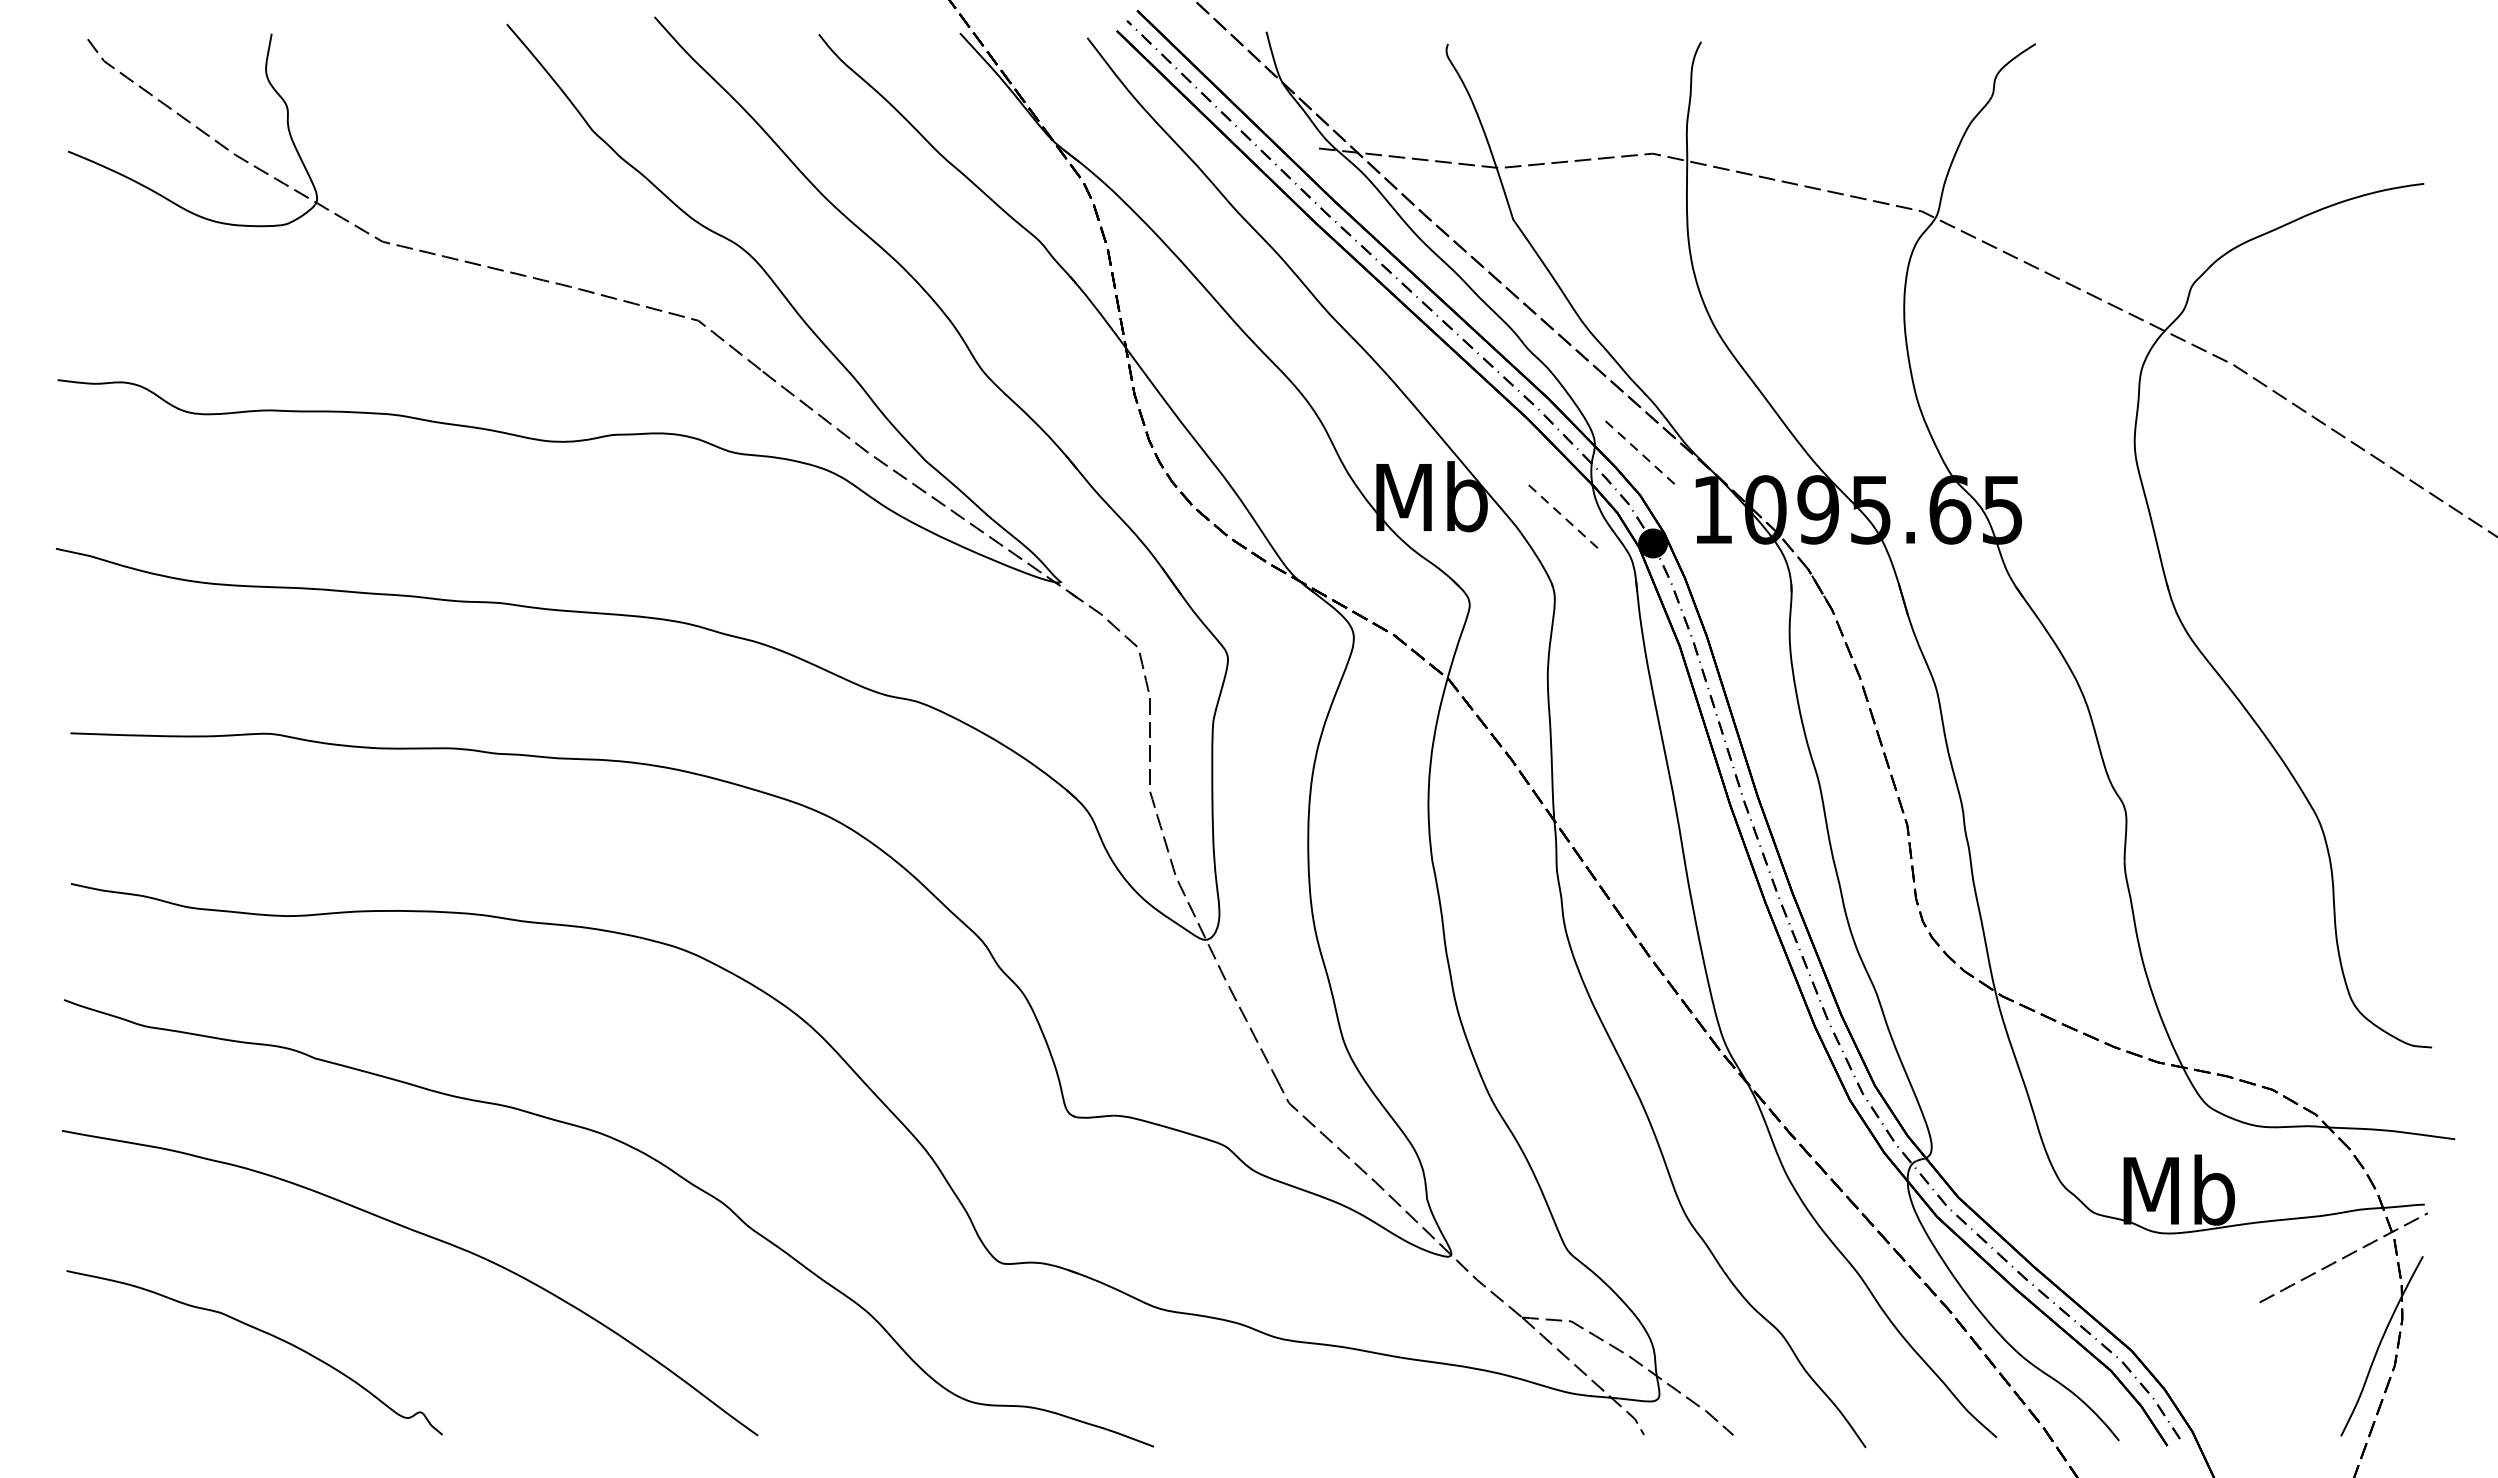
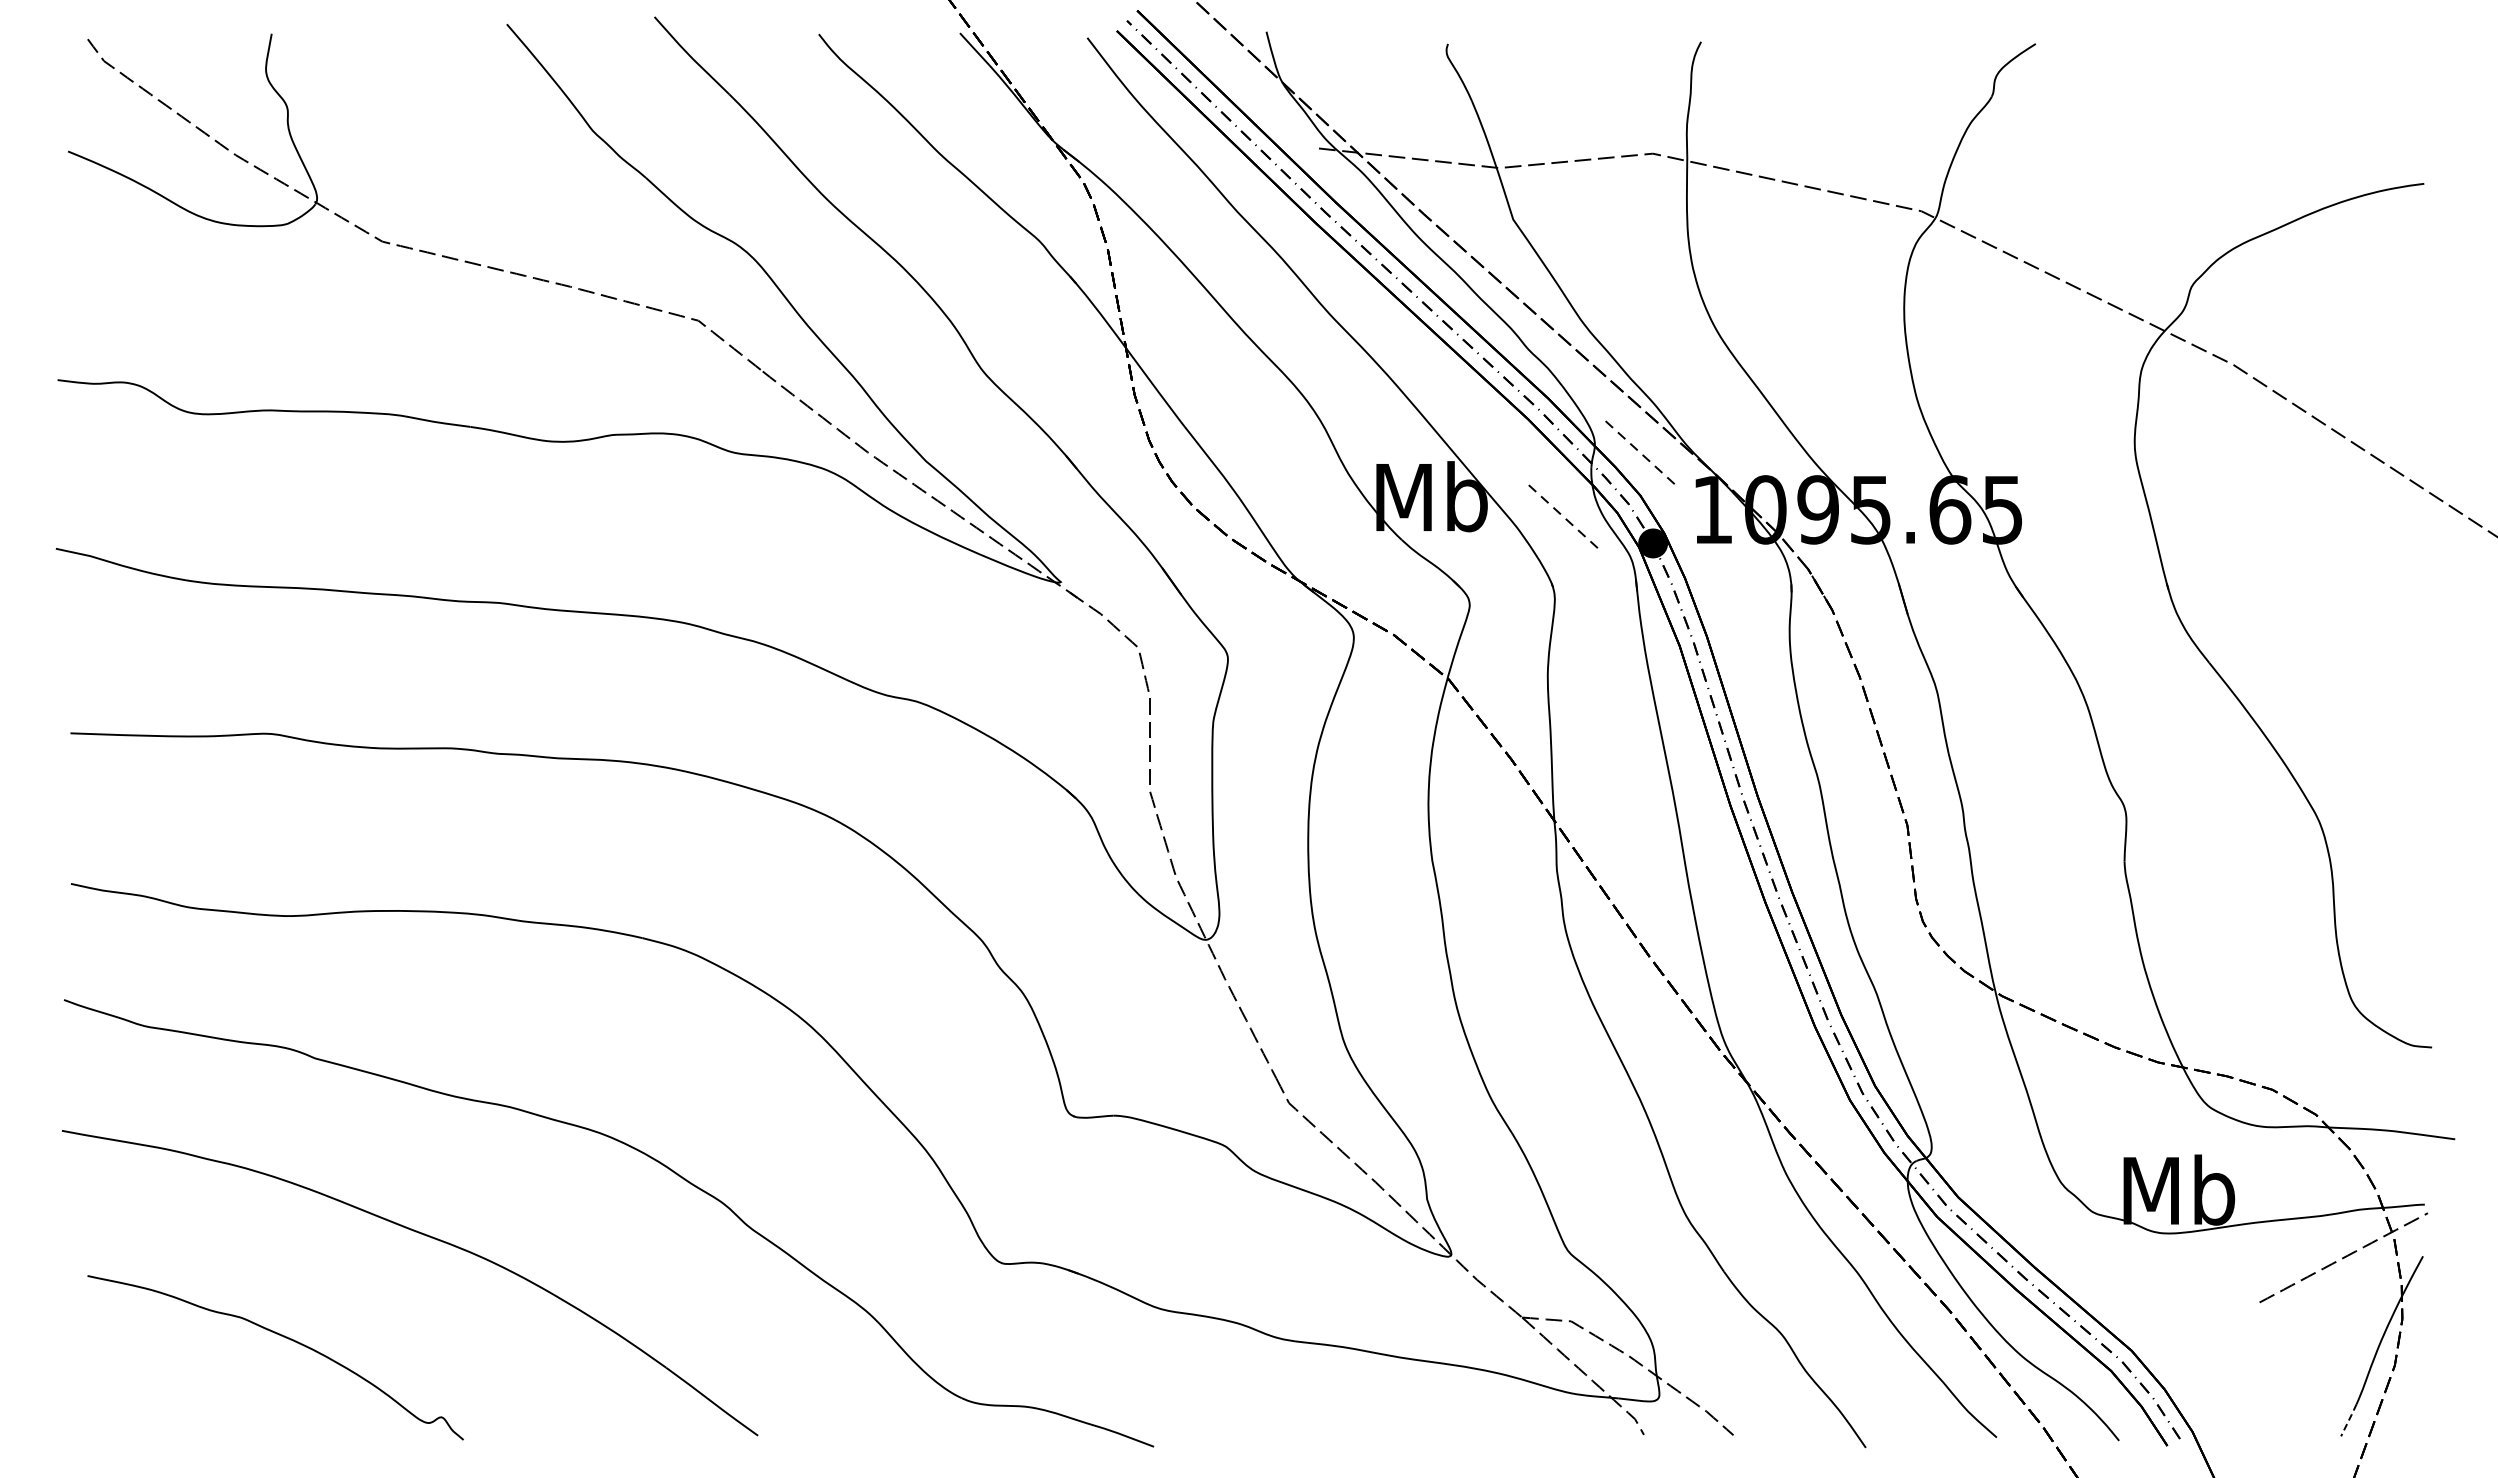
part at (262, 1332) position: (262, 1332) -> (283, 1337)
line at (2349, 1419): solid -> dashed
